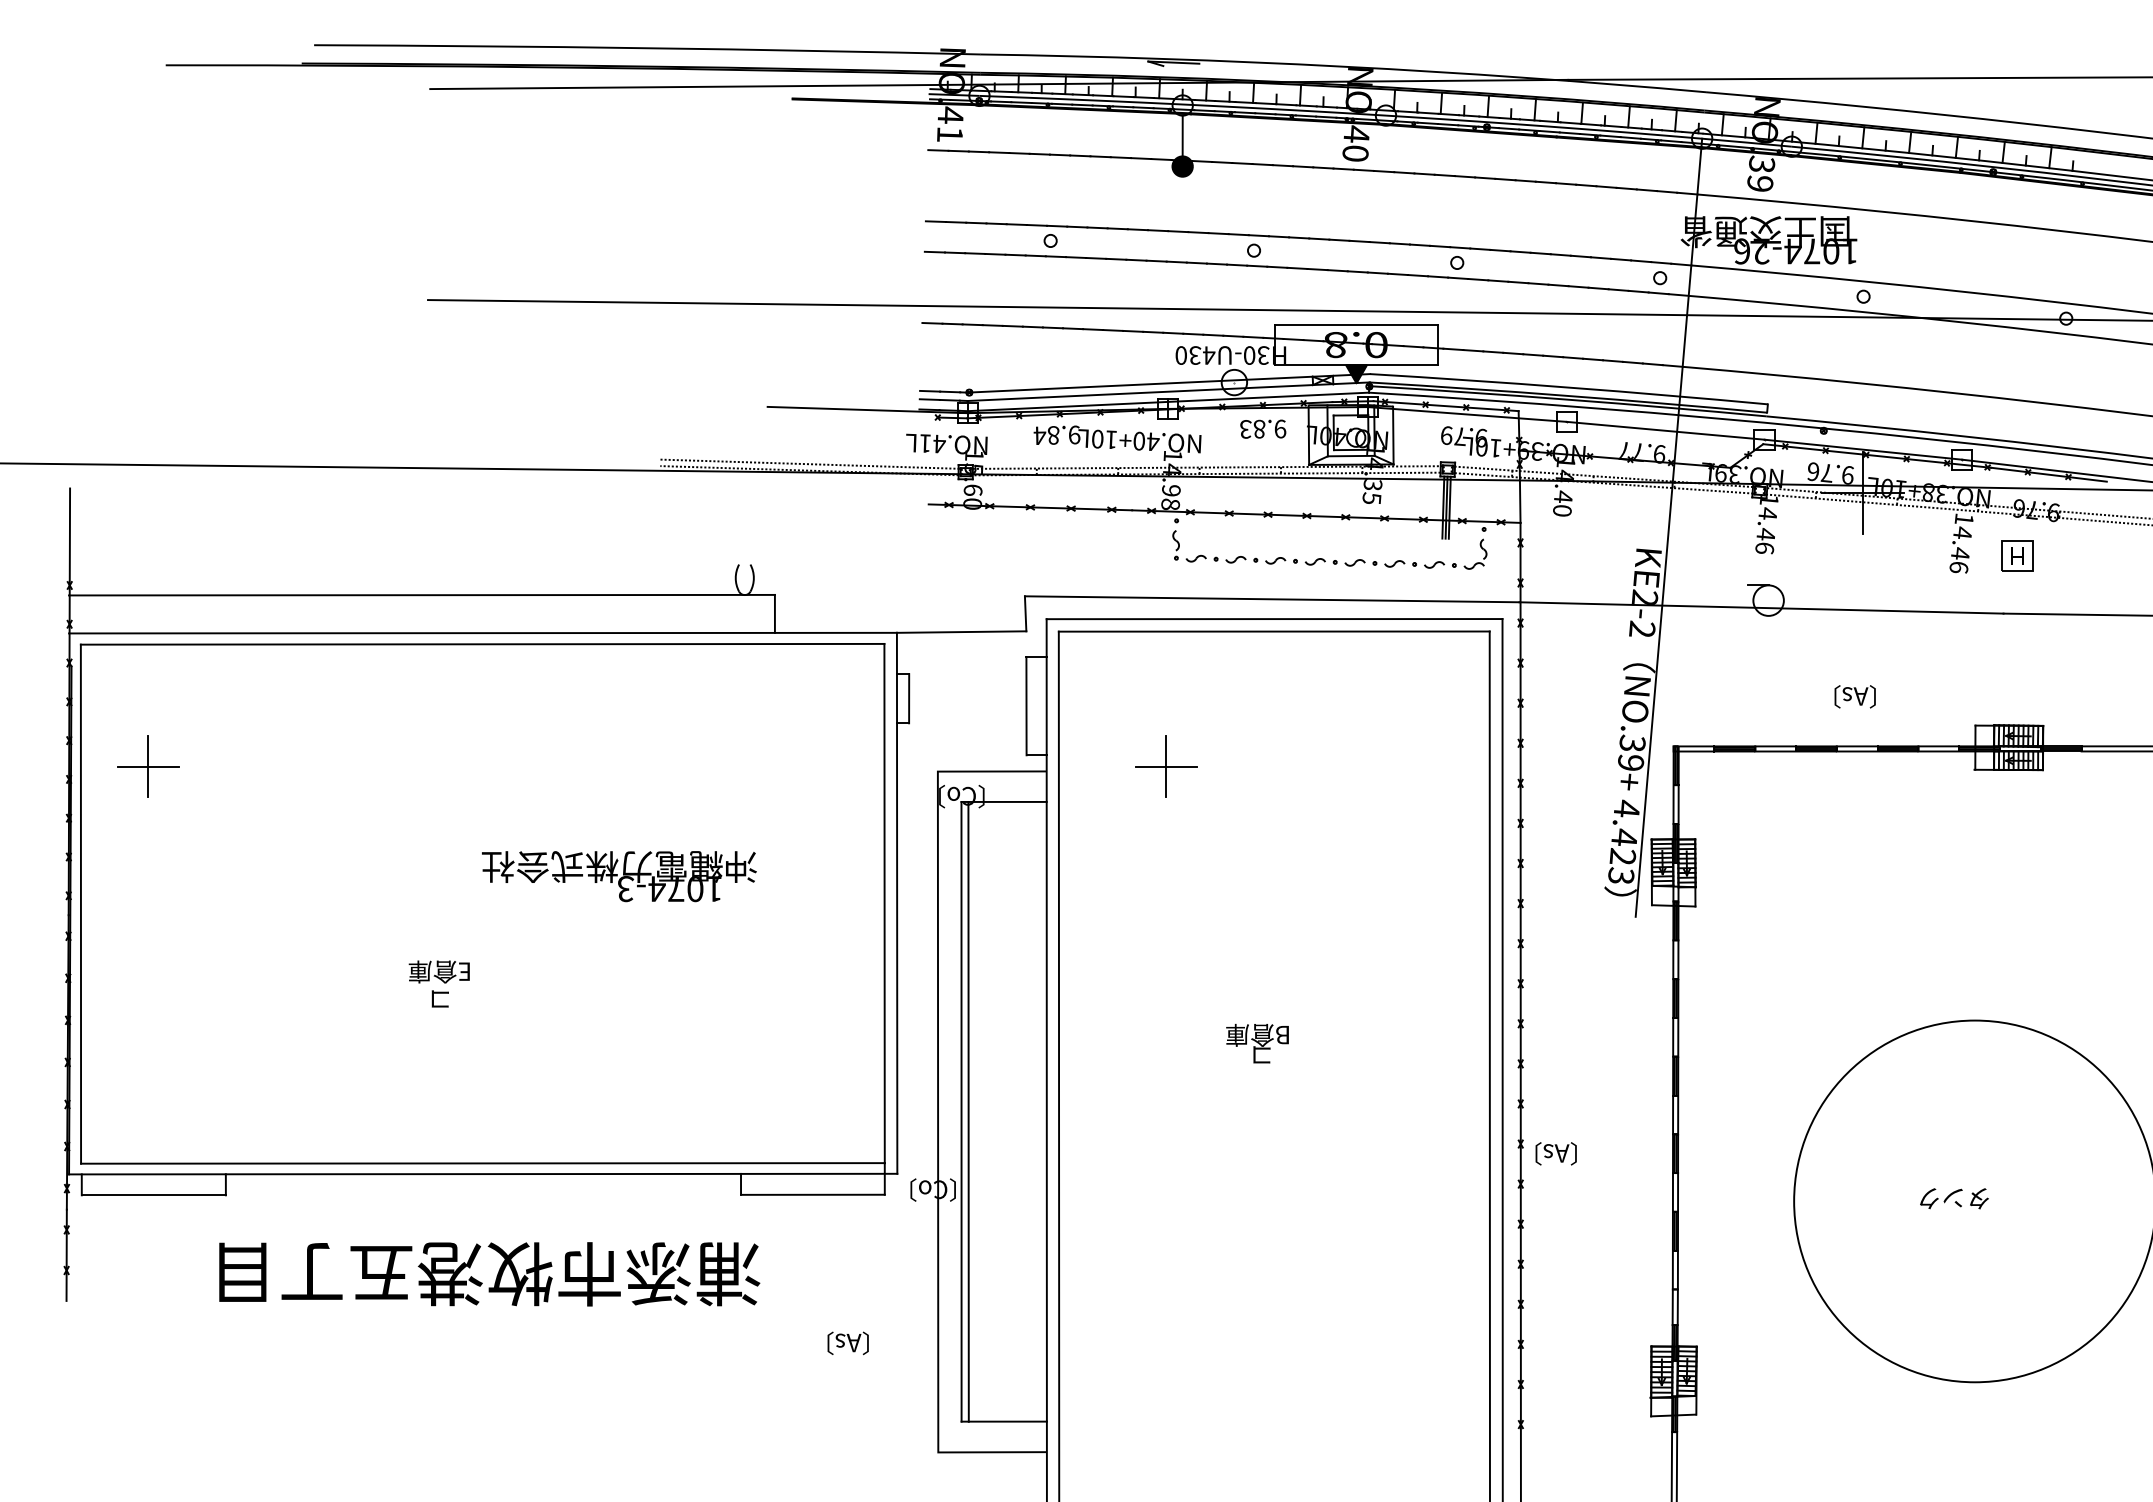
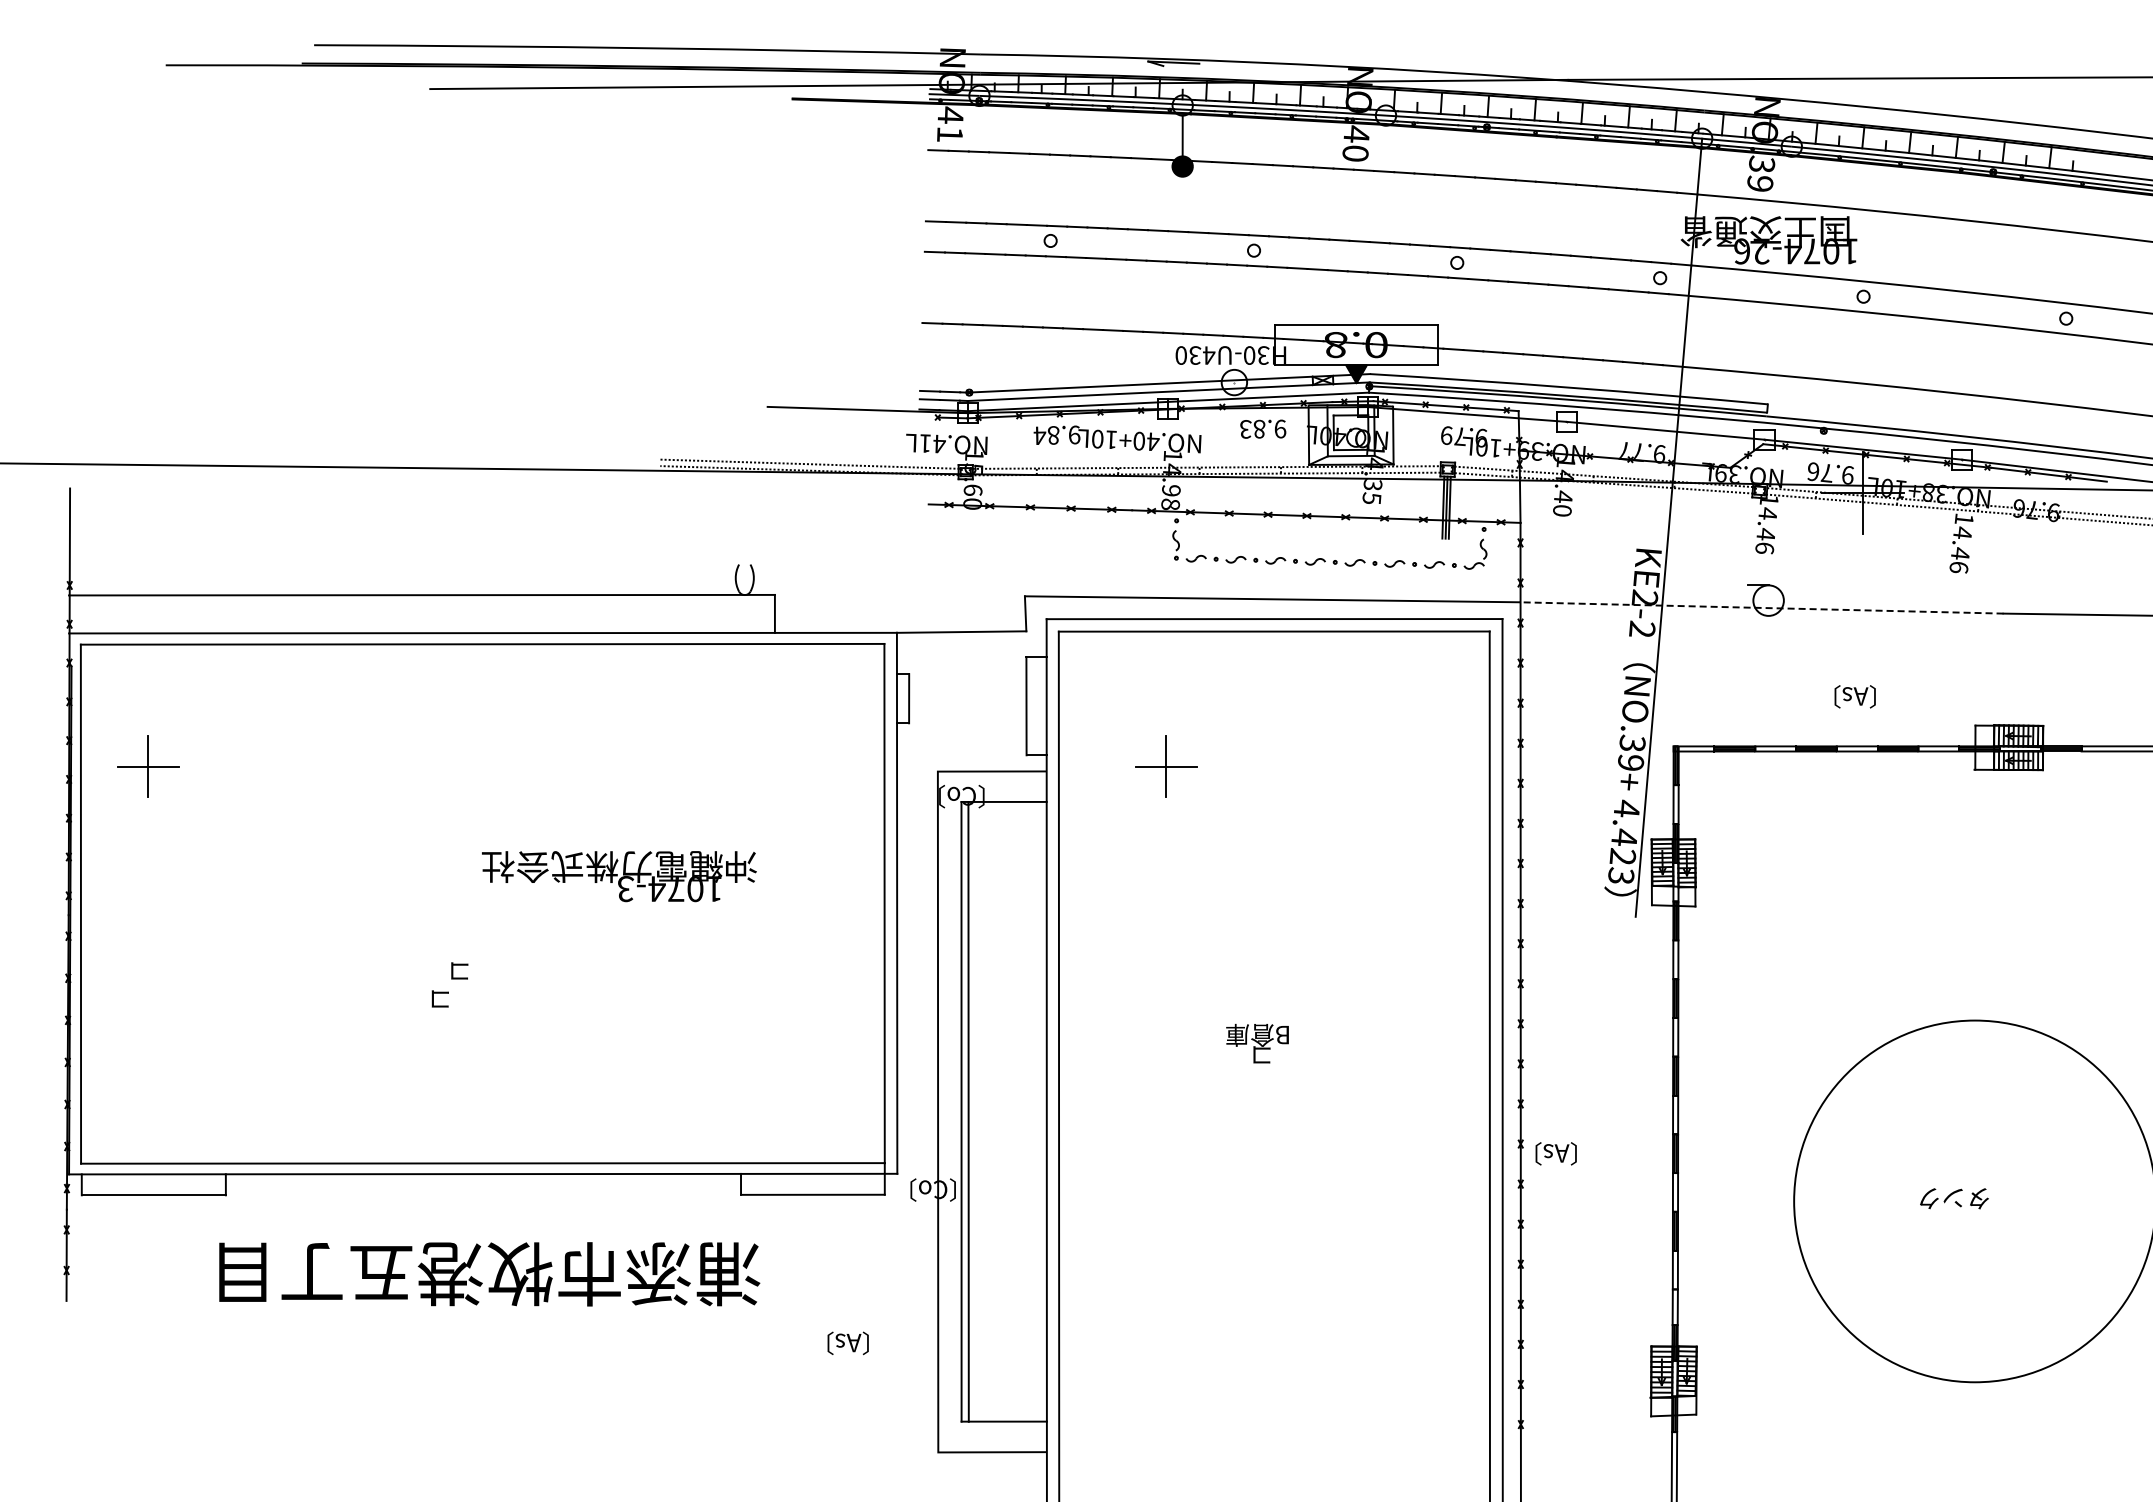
line at (1288, 310): present -> none
part at (2017, 555): present -> none
line at (1761, 607): solid -> dashed
text at (438, 971): E倉庫 -> コ
